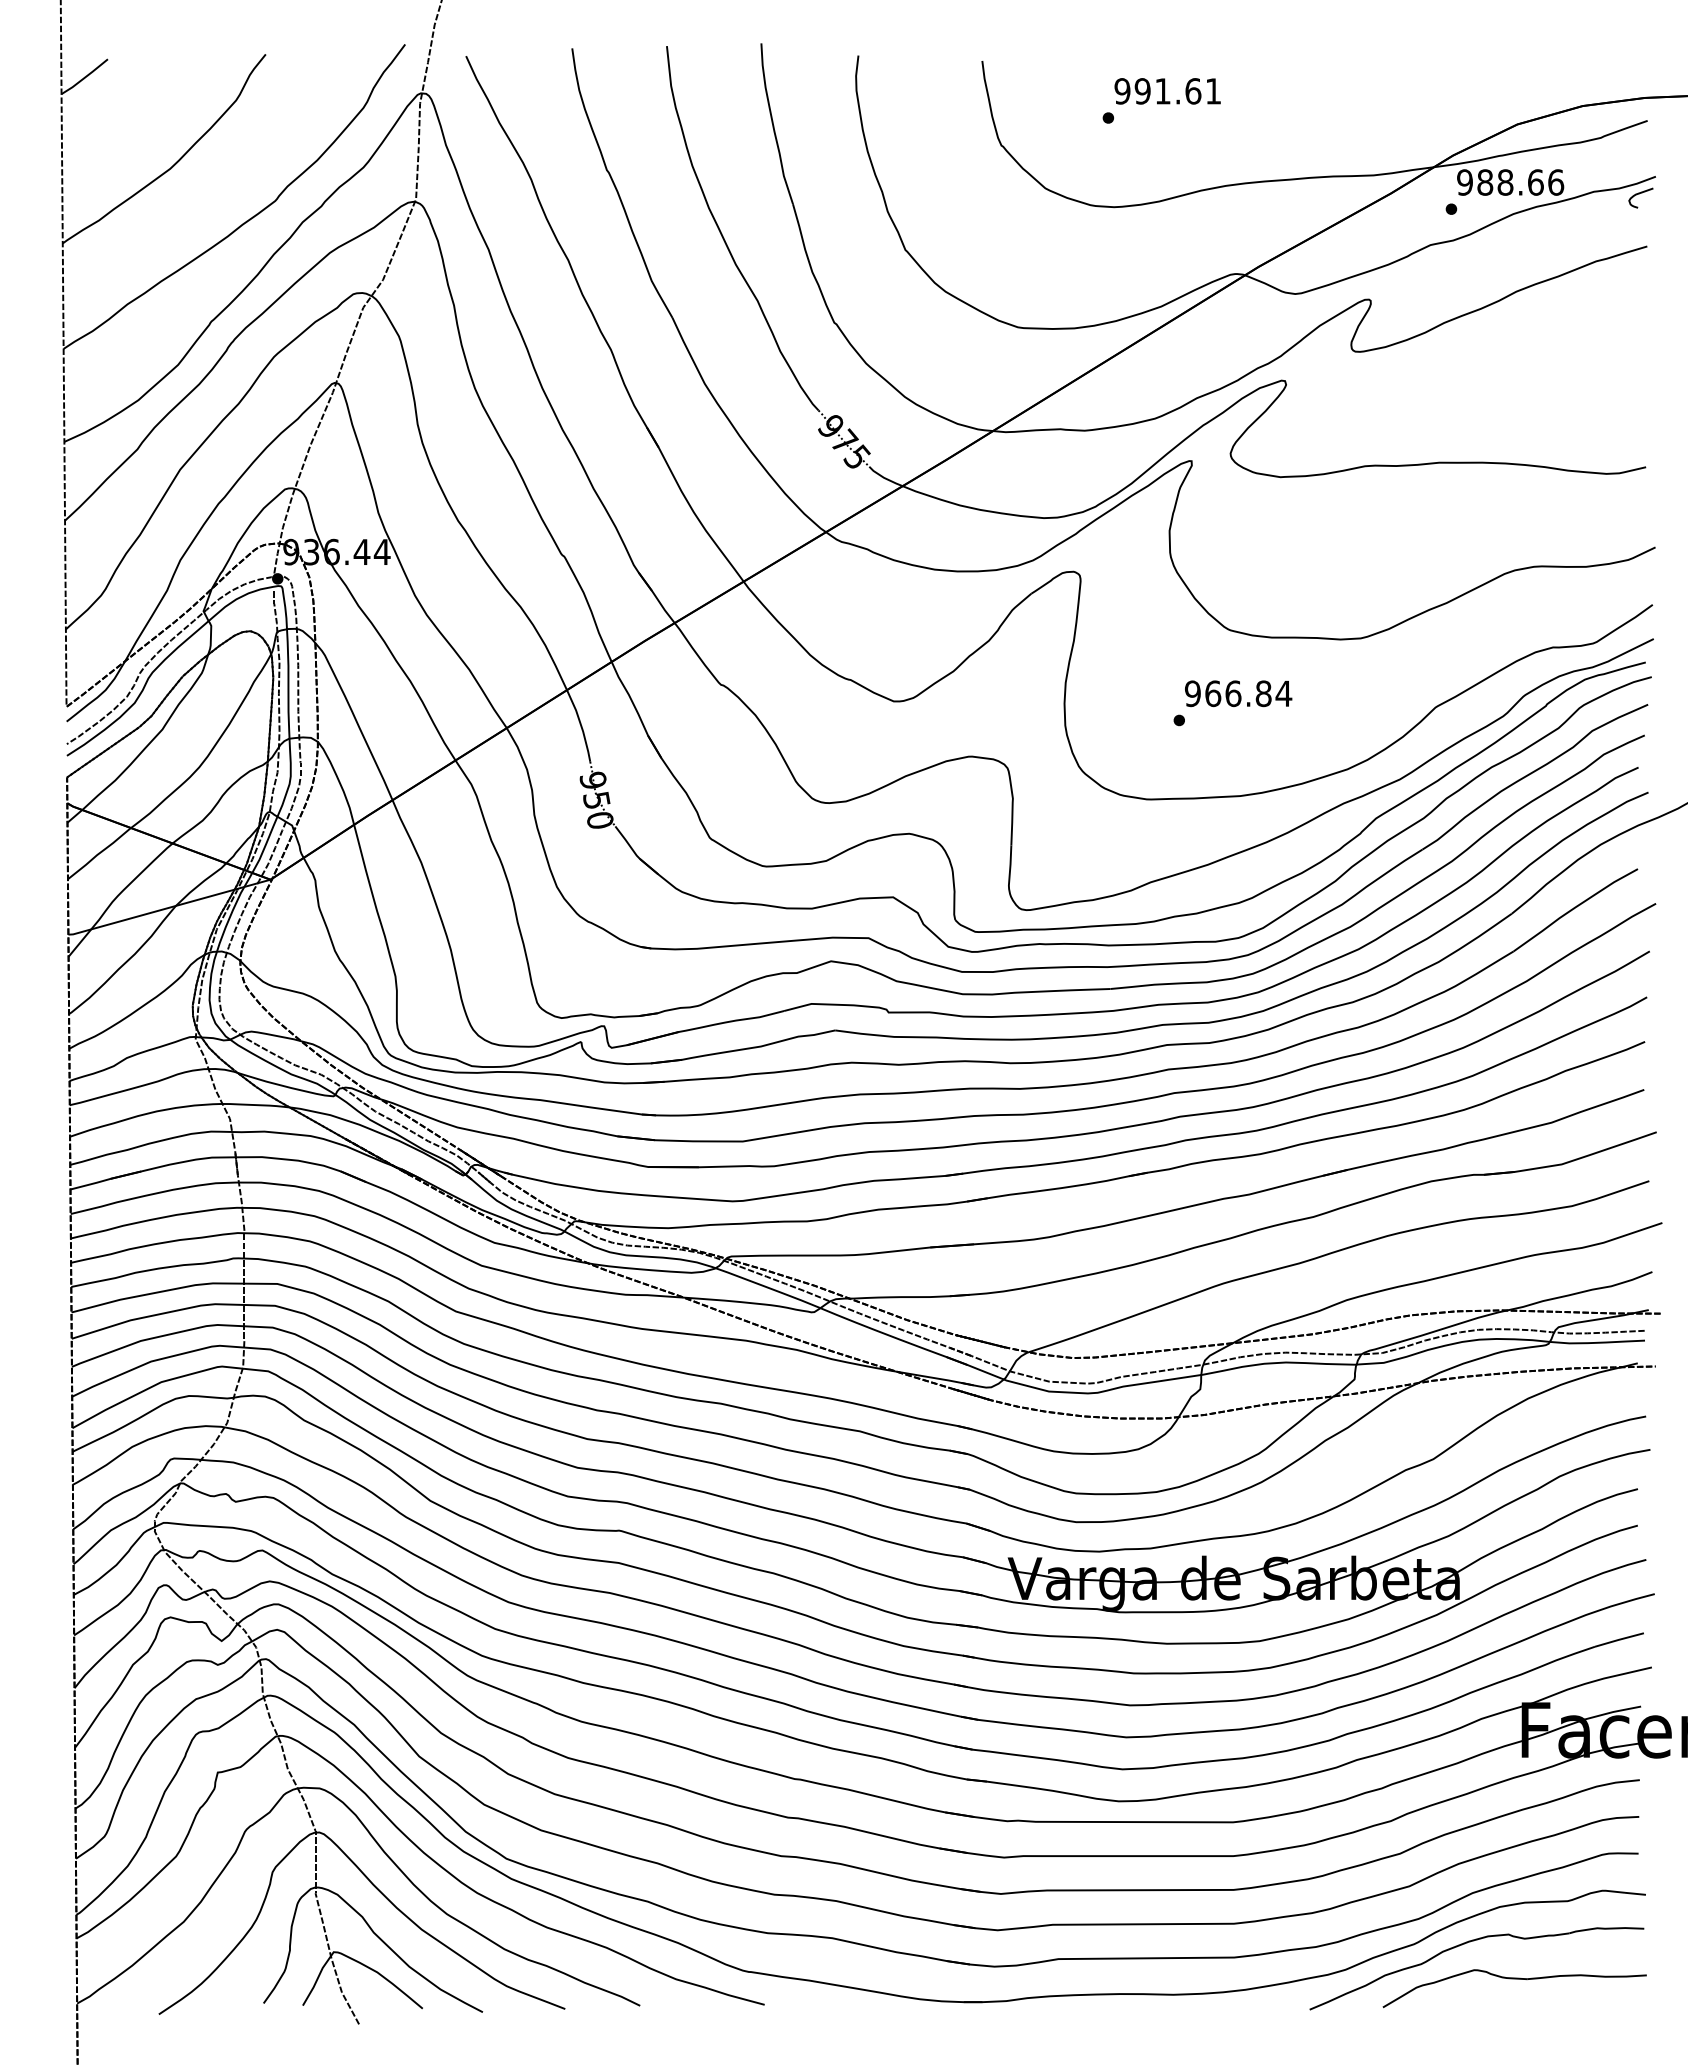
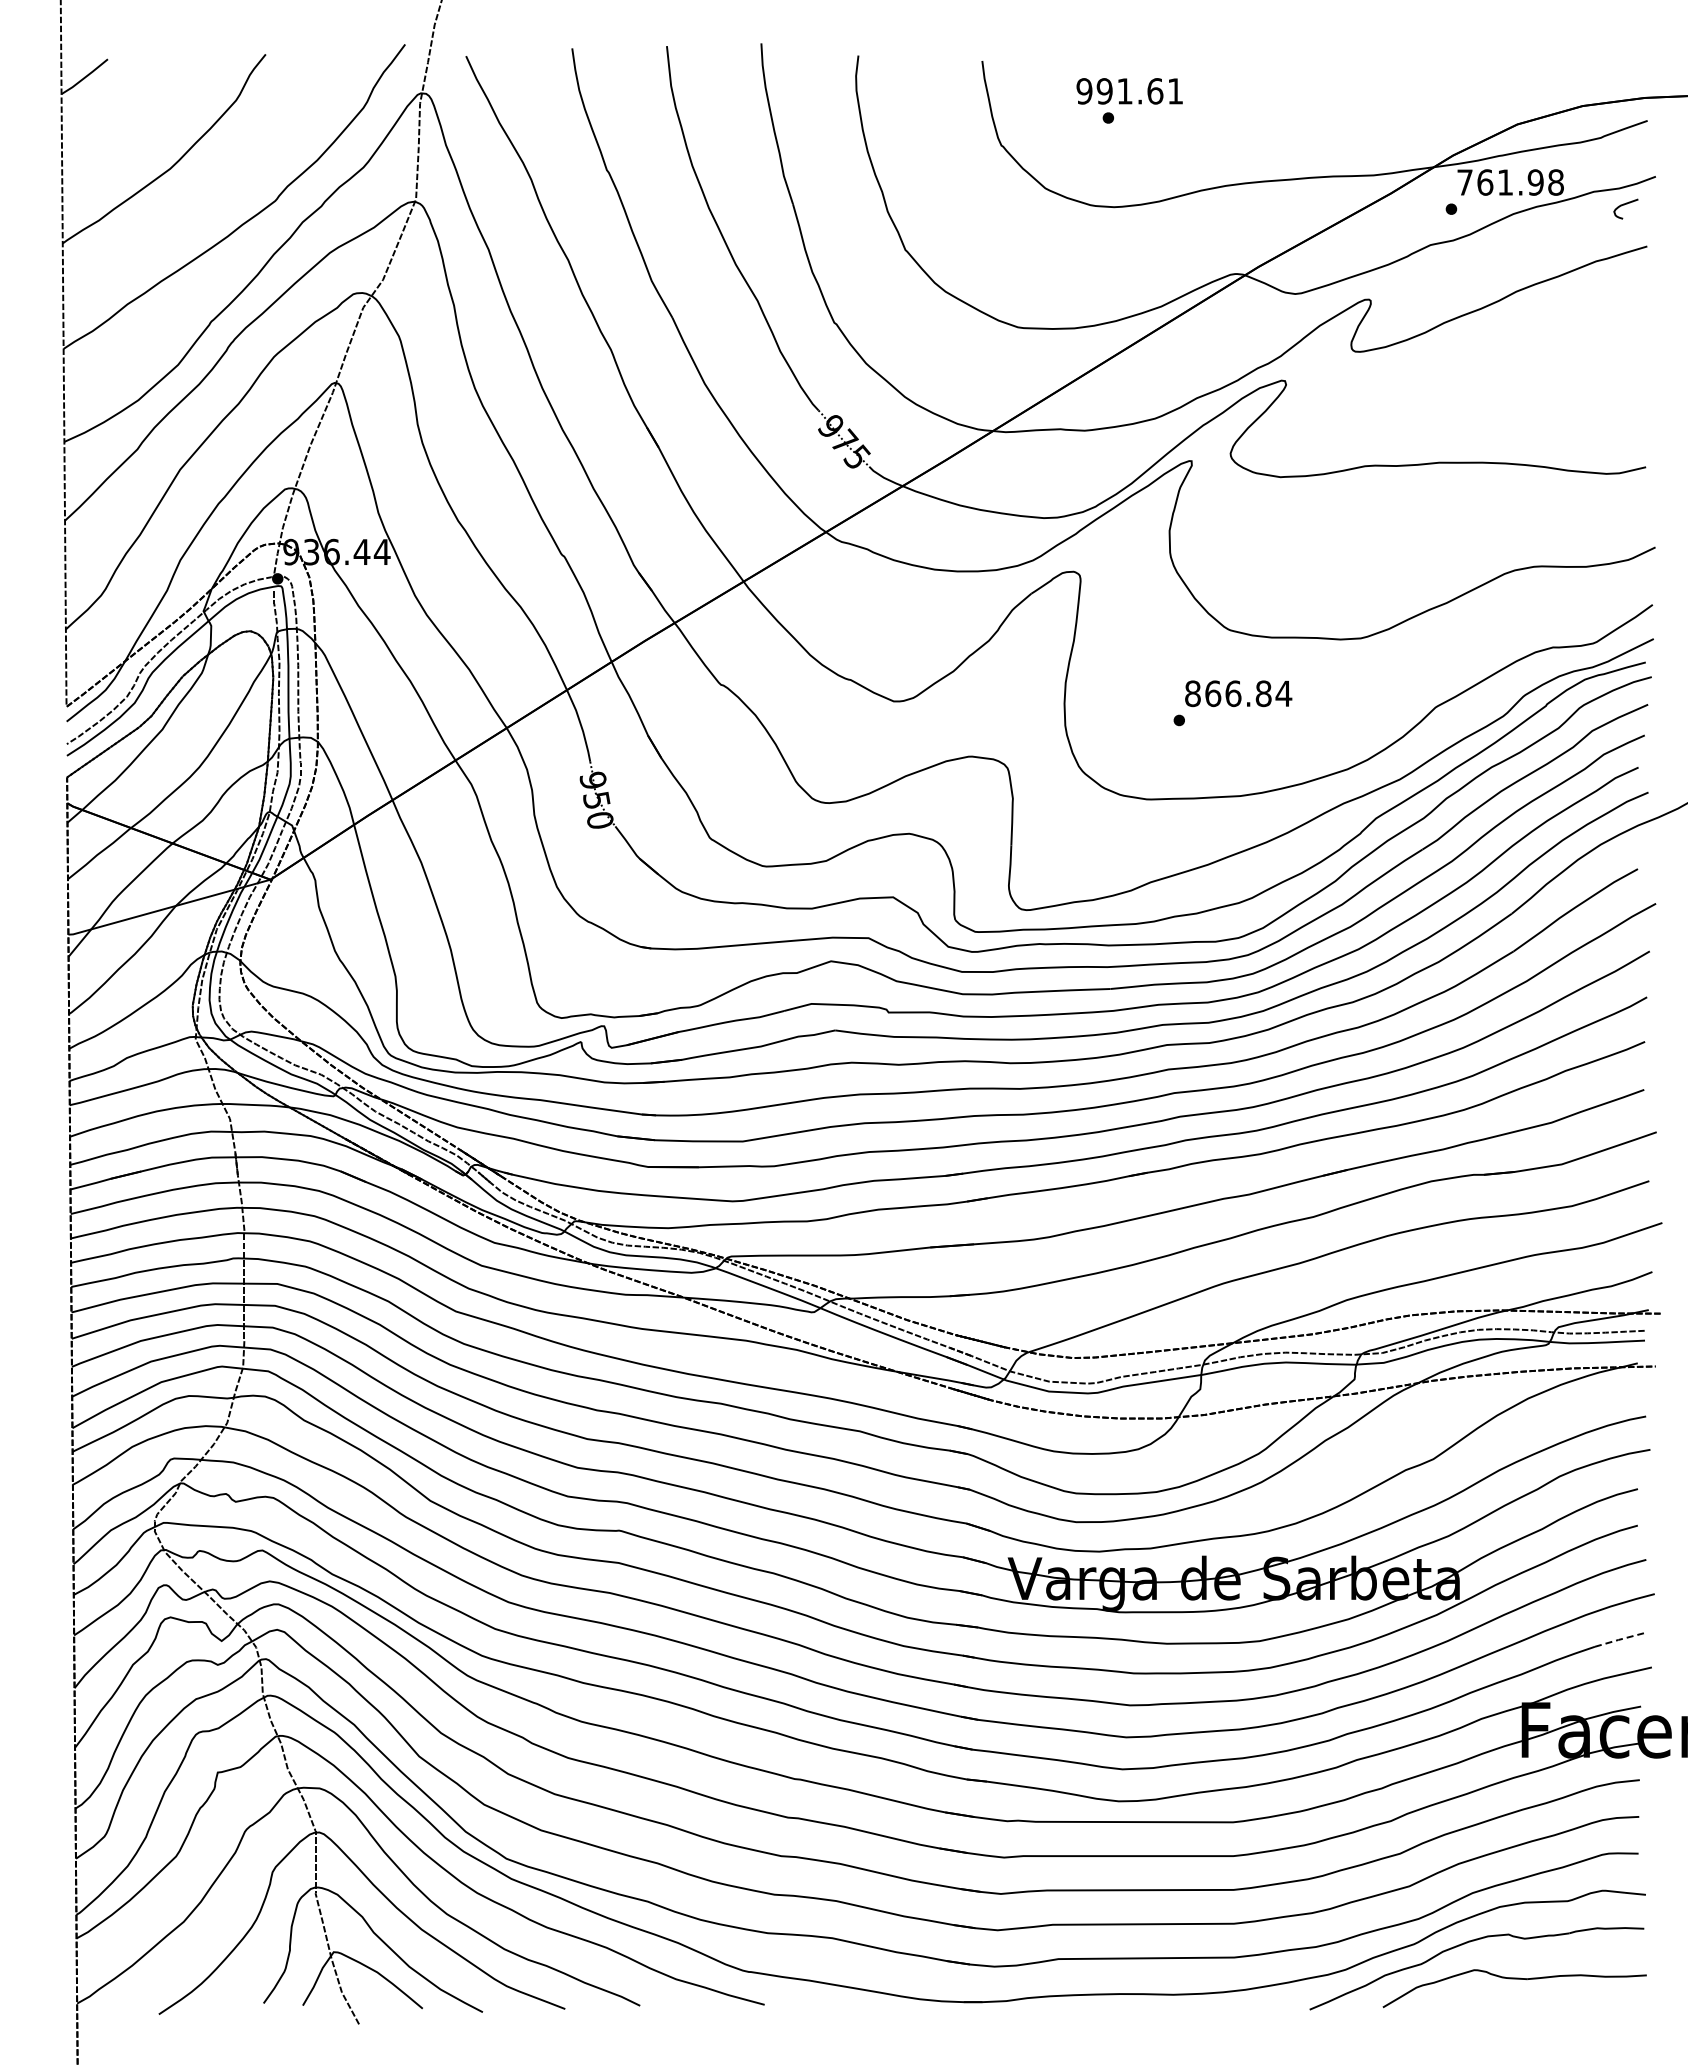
text at (1167, 91) position: (1167, 91) -> (1129, 91)
text at (1510, 182): 988.66 -> 761.98
curve at (1639, 194) position: (1639, 194) -> (1624, 205)
text at (1192, 693): 966.84 -> 866.84
line at (1619, 1639): solid -> dashed
